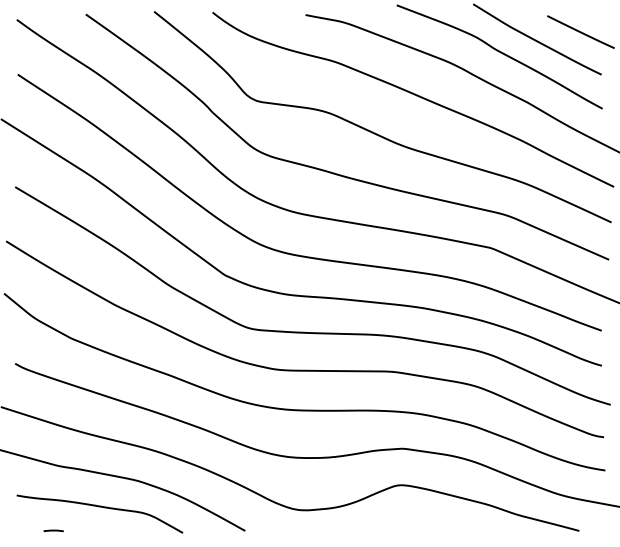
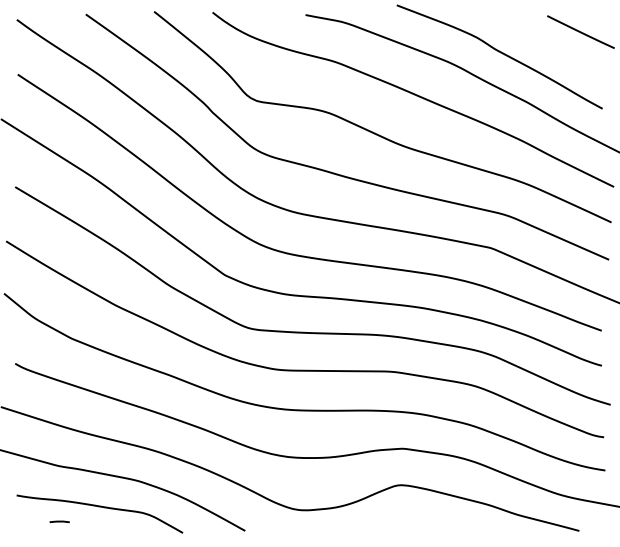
curve at (536, 39): present -> none
line at (53, 530) position: (53, 530) -> (59, 521)
